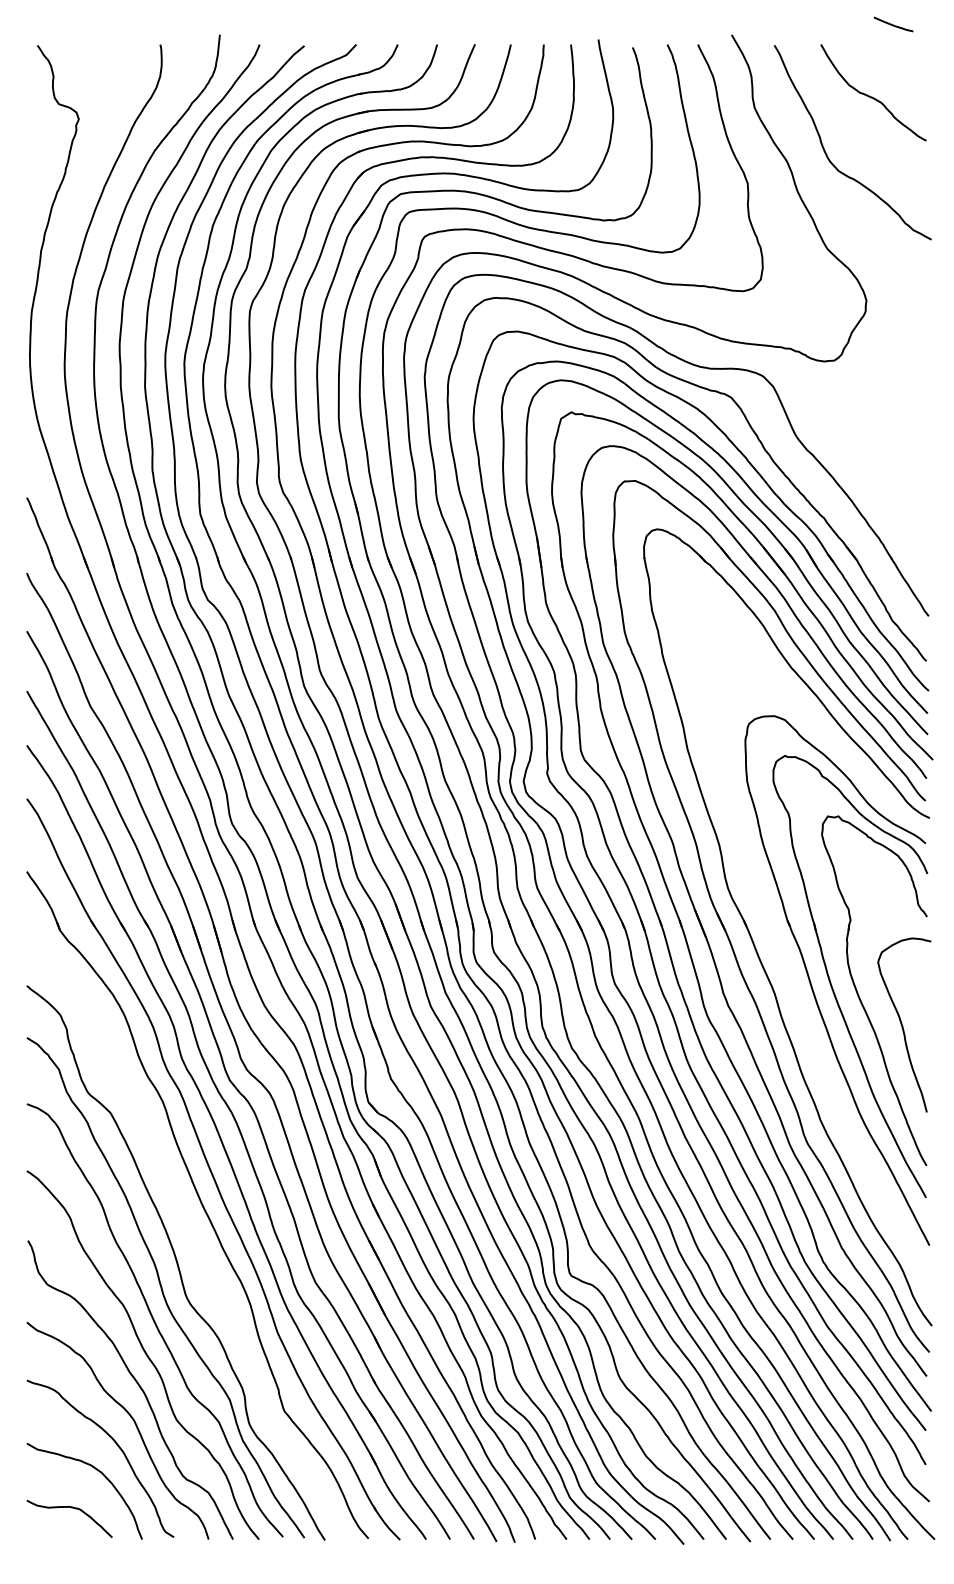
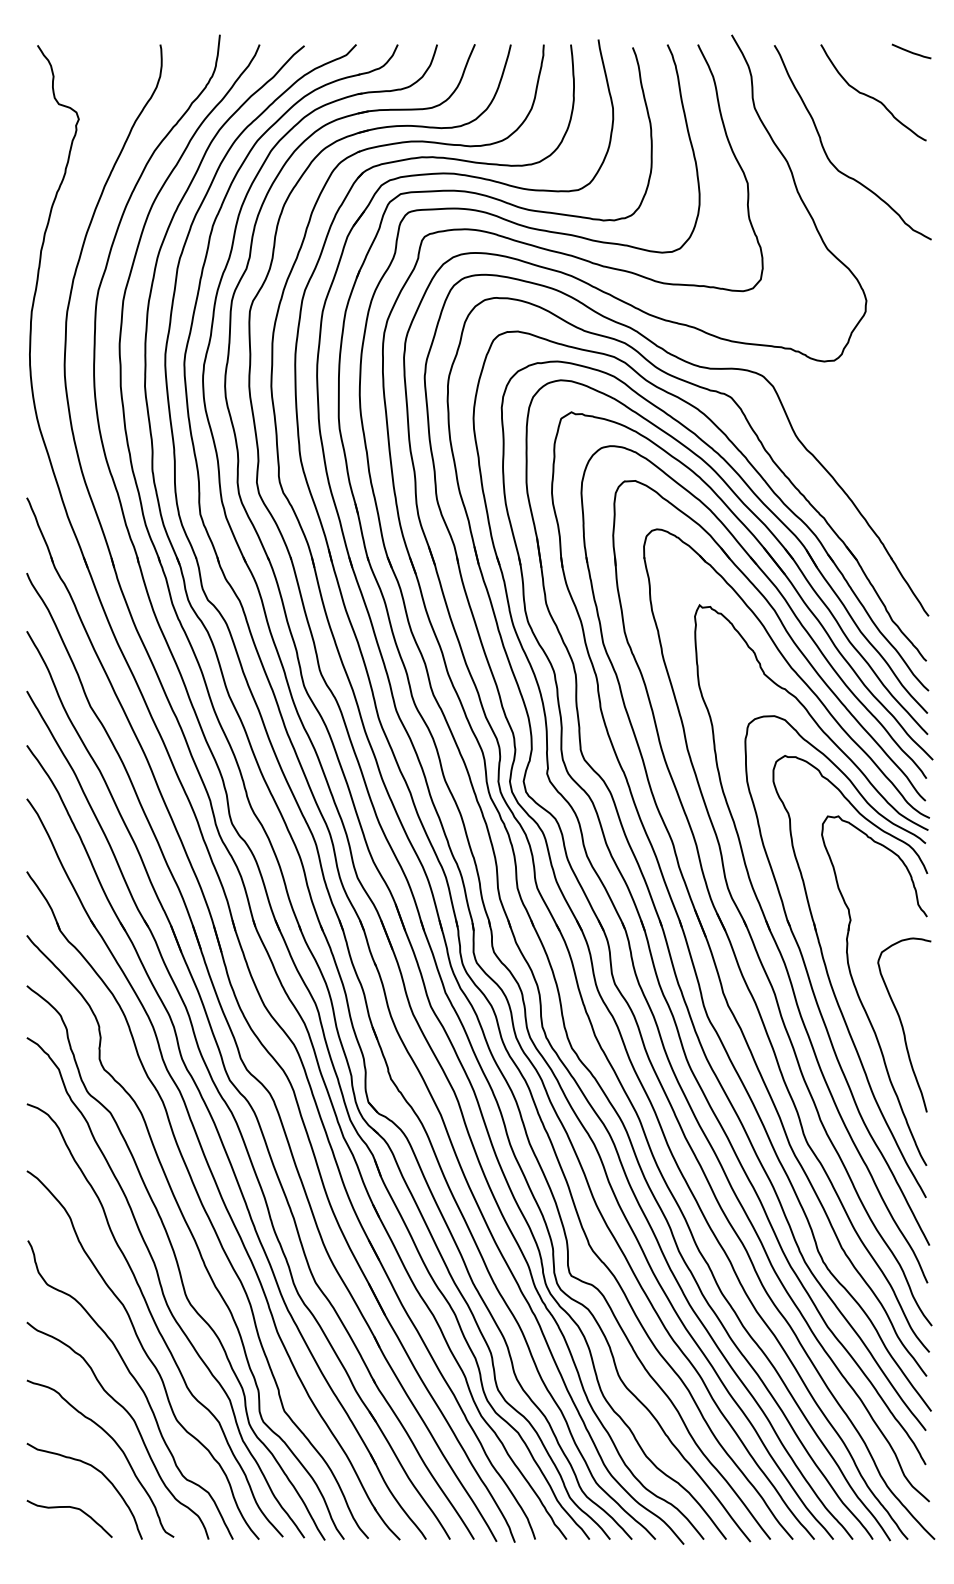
curve at (893, 24) position: (893, 24) -> (911, 51)
part at (783, 957): none -> present
curve at (191, 1235): none -> present
